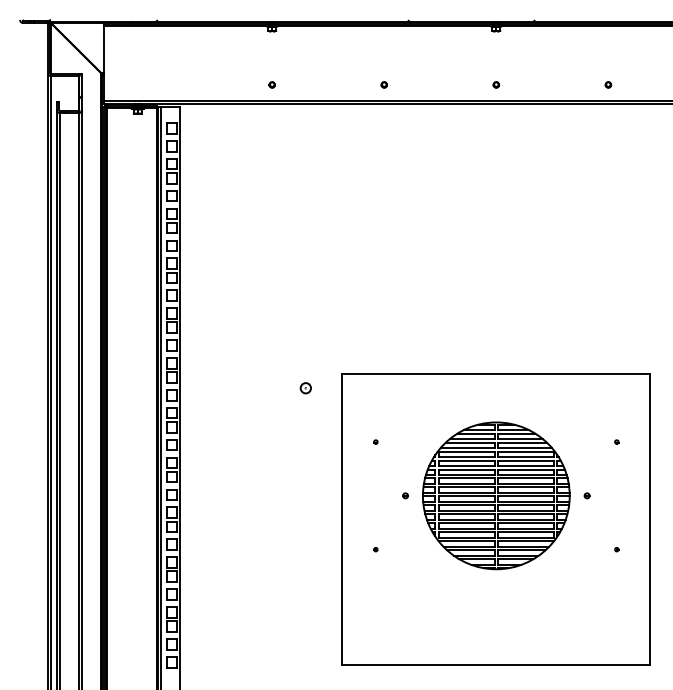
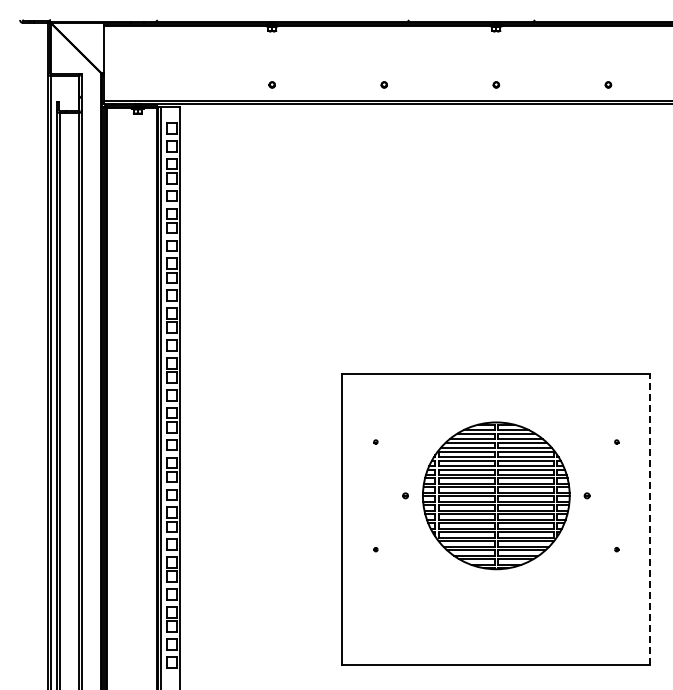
part at (305, 388): present -> none
line at (650, 519): solid -> dashed
